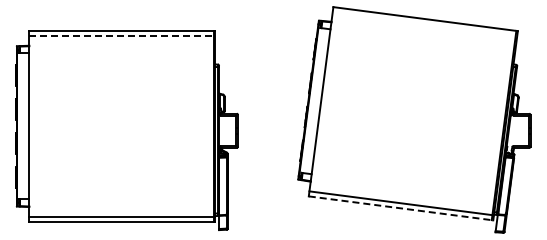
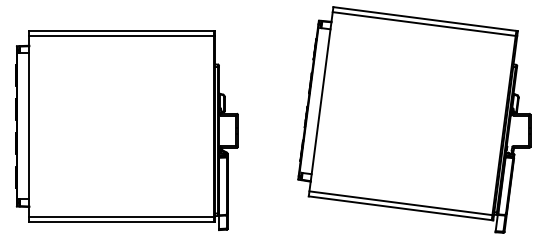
line at (424, 24): none -> present
line at (122, 36): dashed -> solid
line at (401, 208): dashed -> solid
